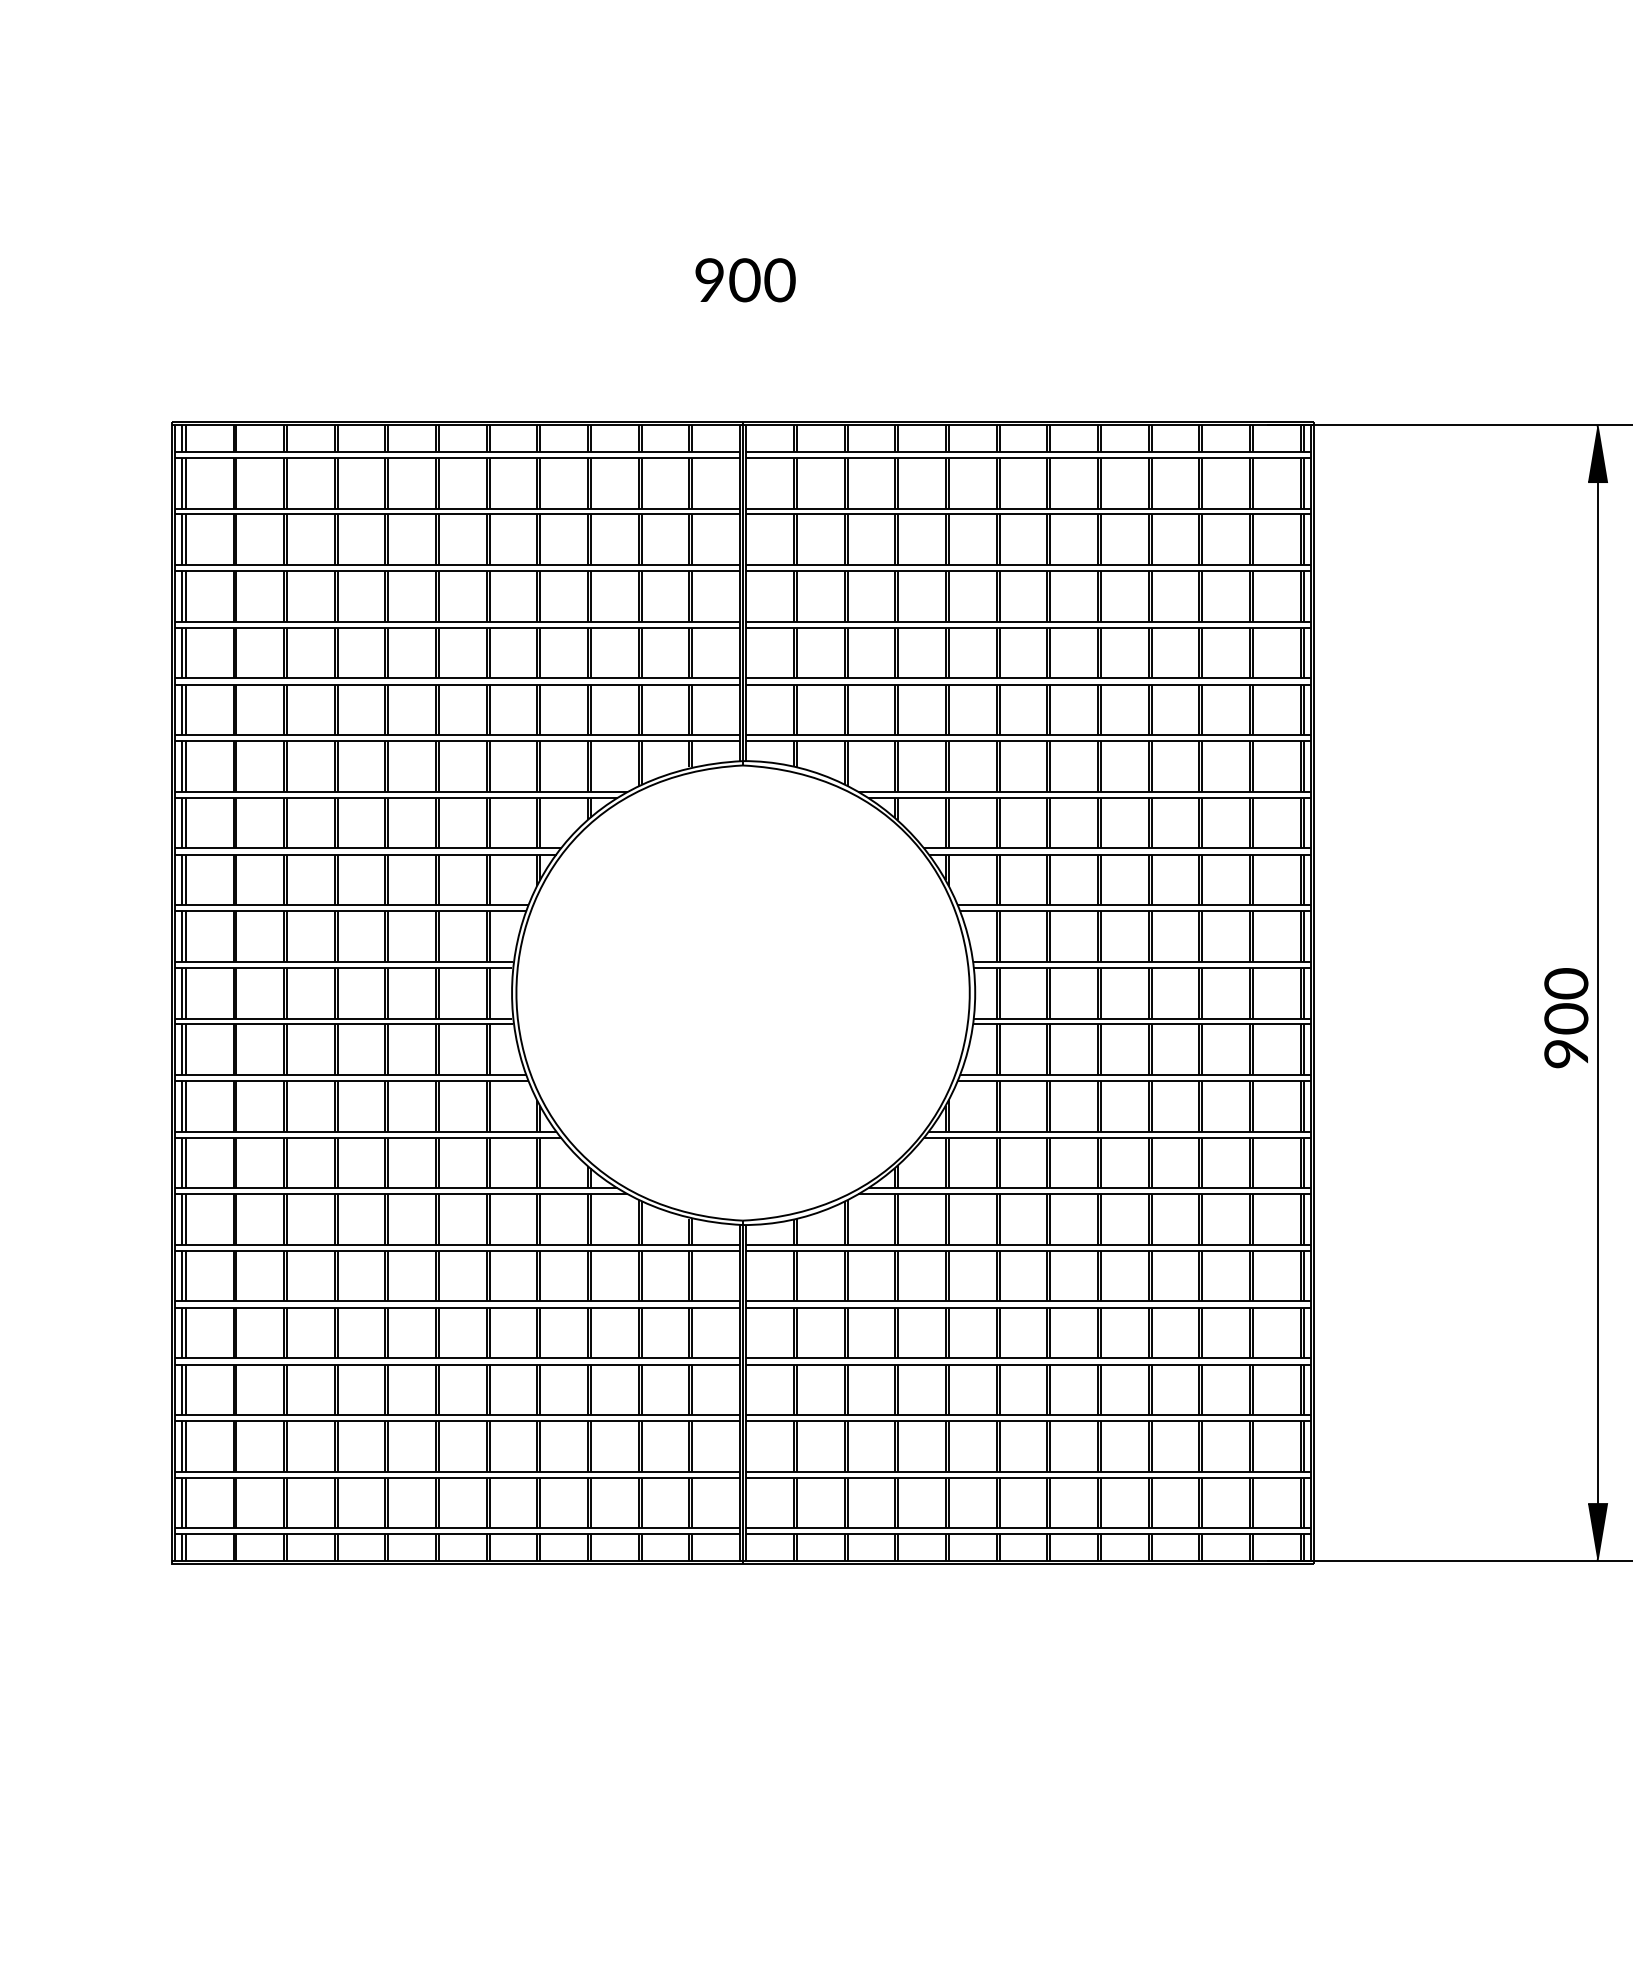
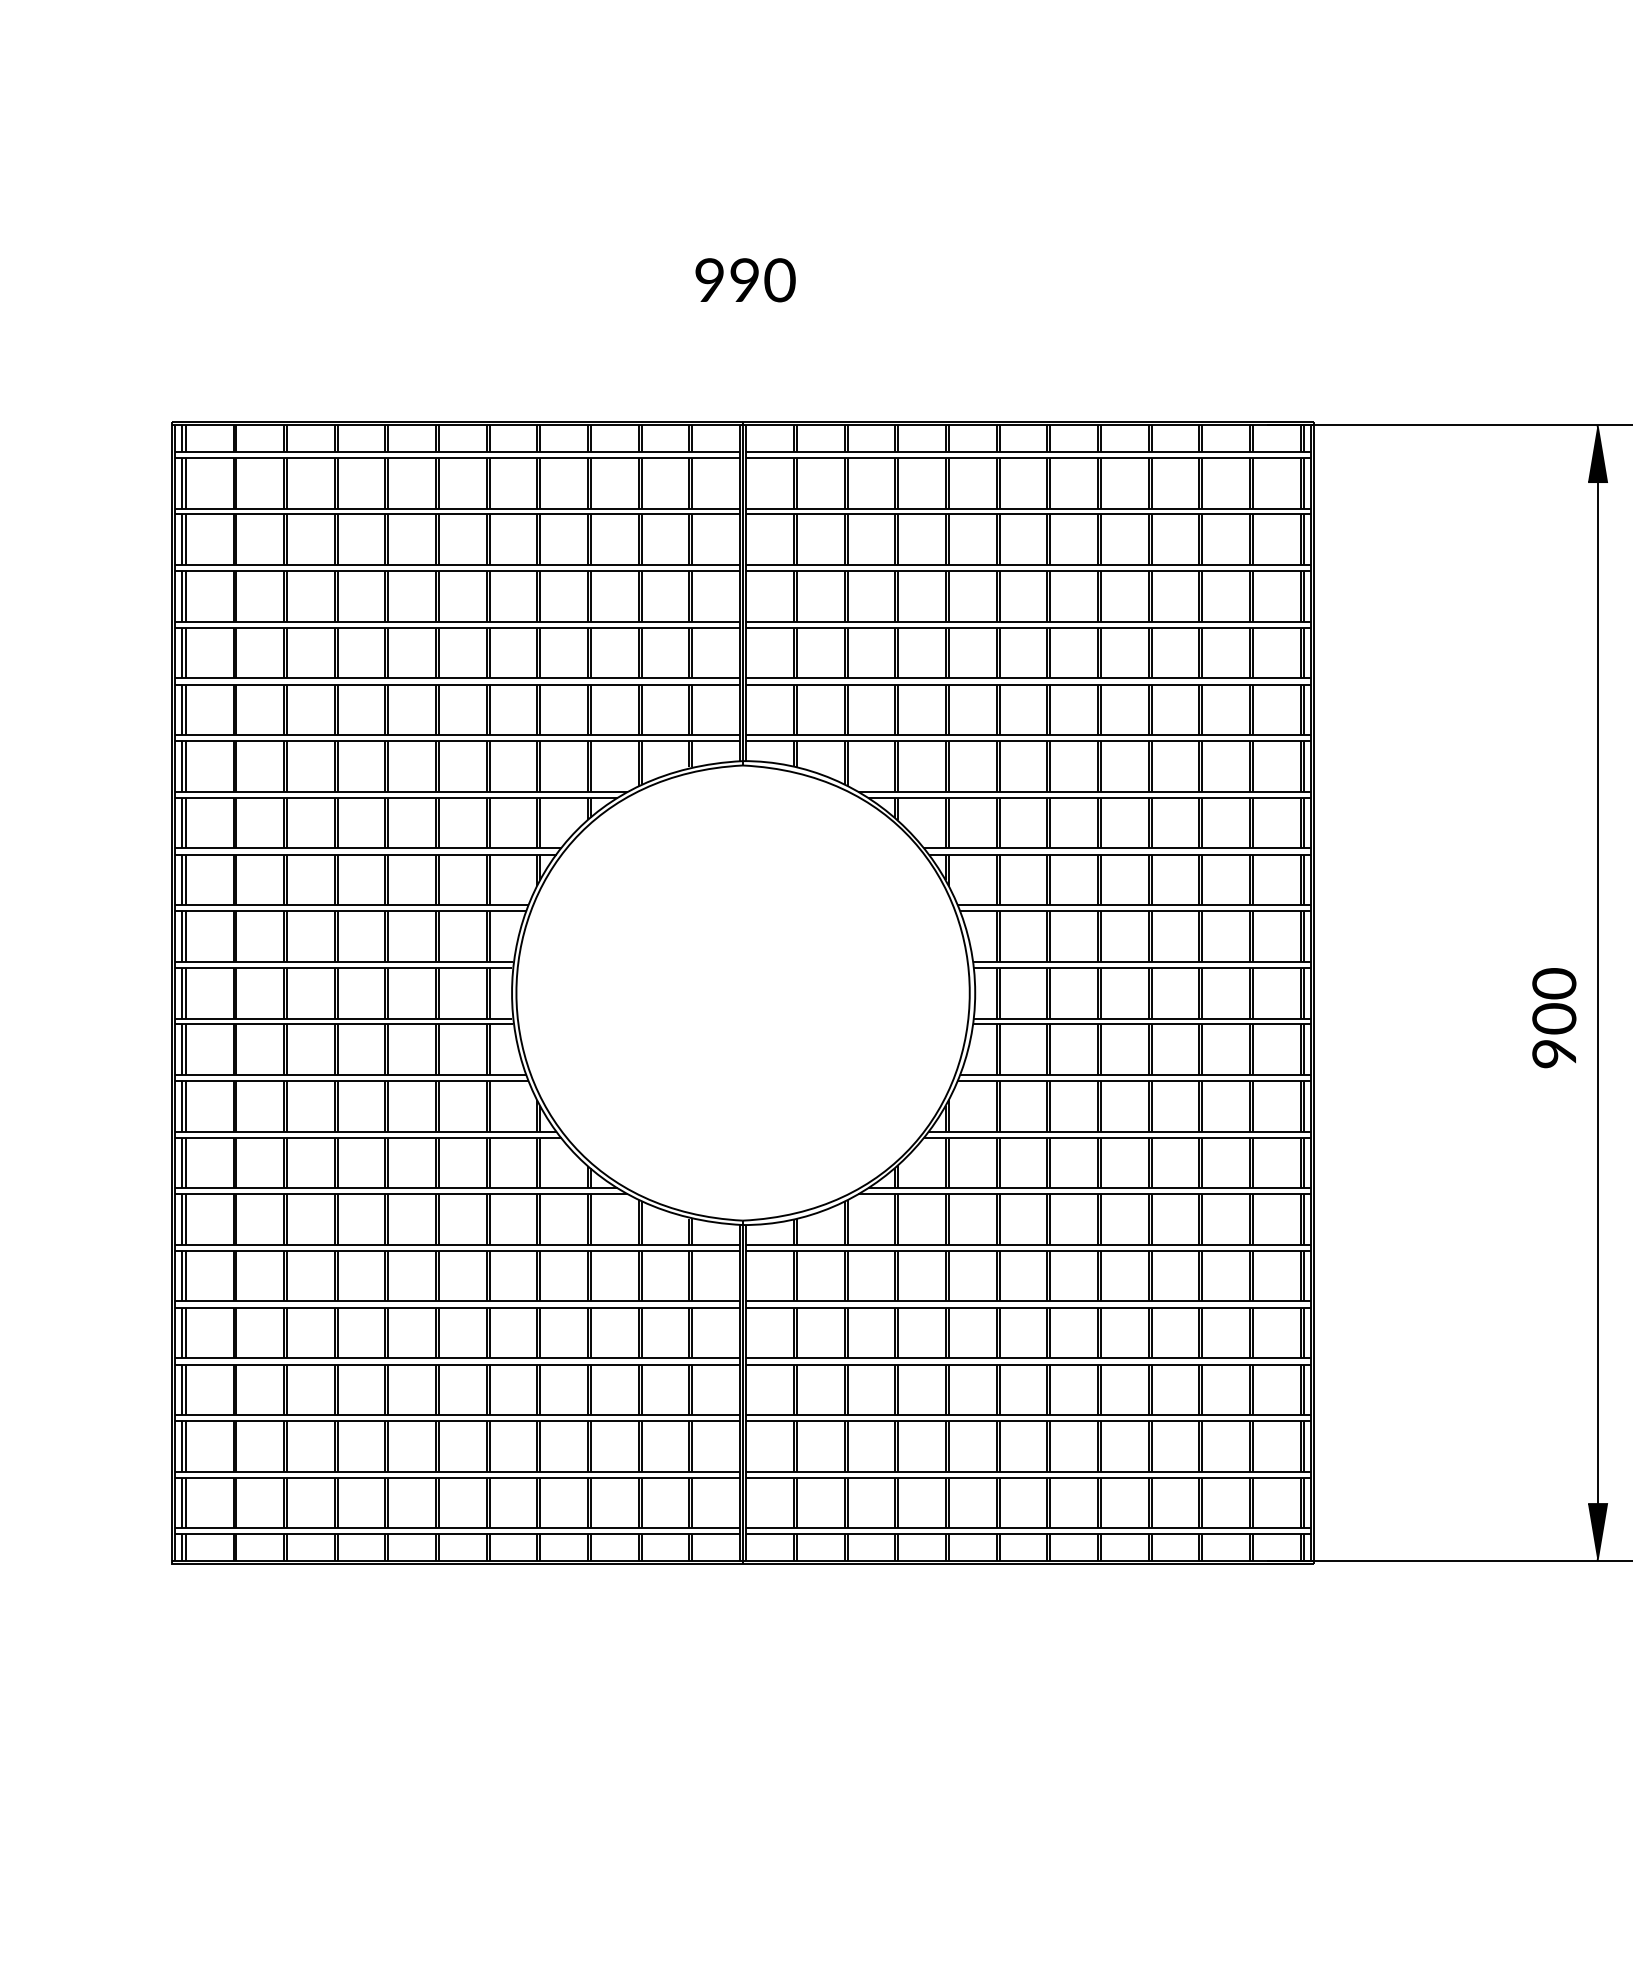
text at (744, 280): 900 -> 990
text at (1566, 1018) position: (1566, 1018) -> (1554, 1018)
